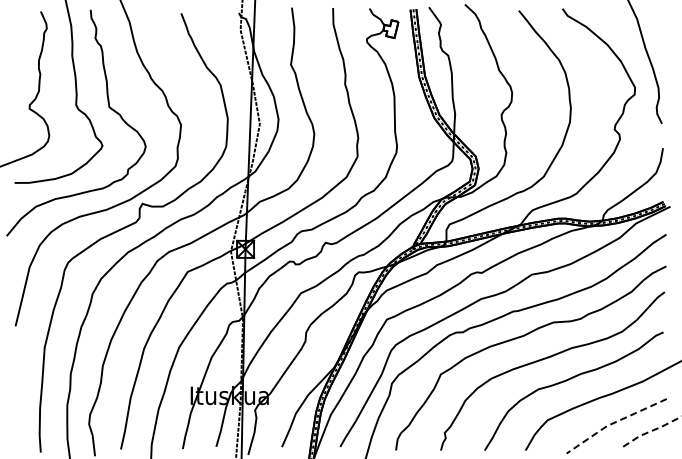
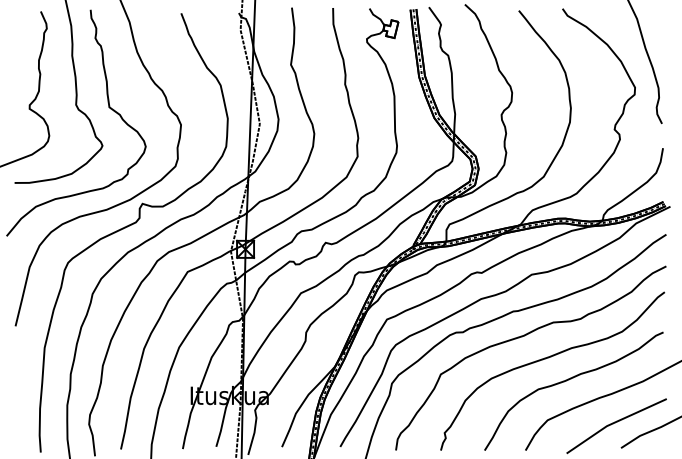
line at (614, 422): dashed -> solid
line at (650, 431): dashed -> solid
